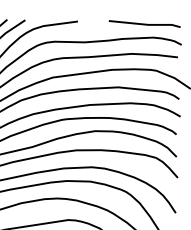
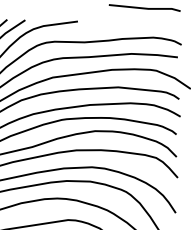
line at (144, 23) position: (144, 23) -> (144, 7)
